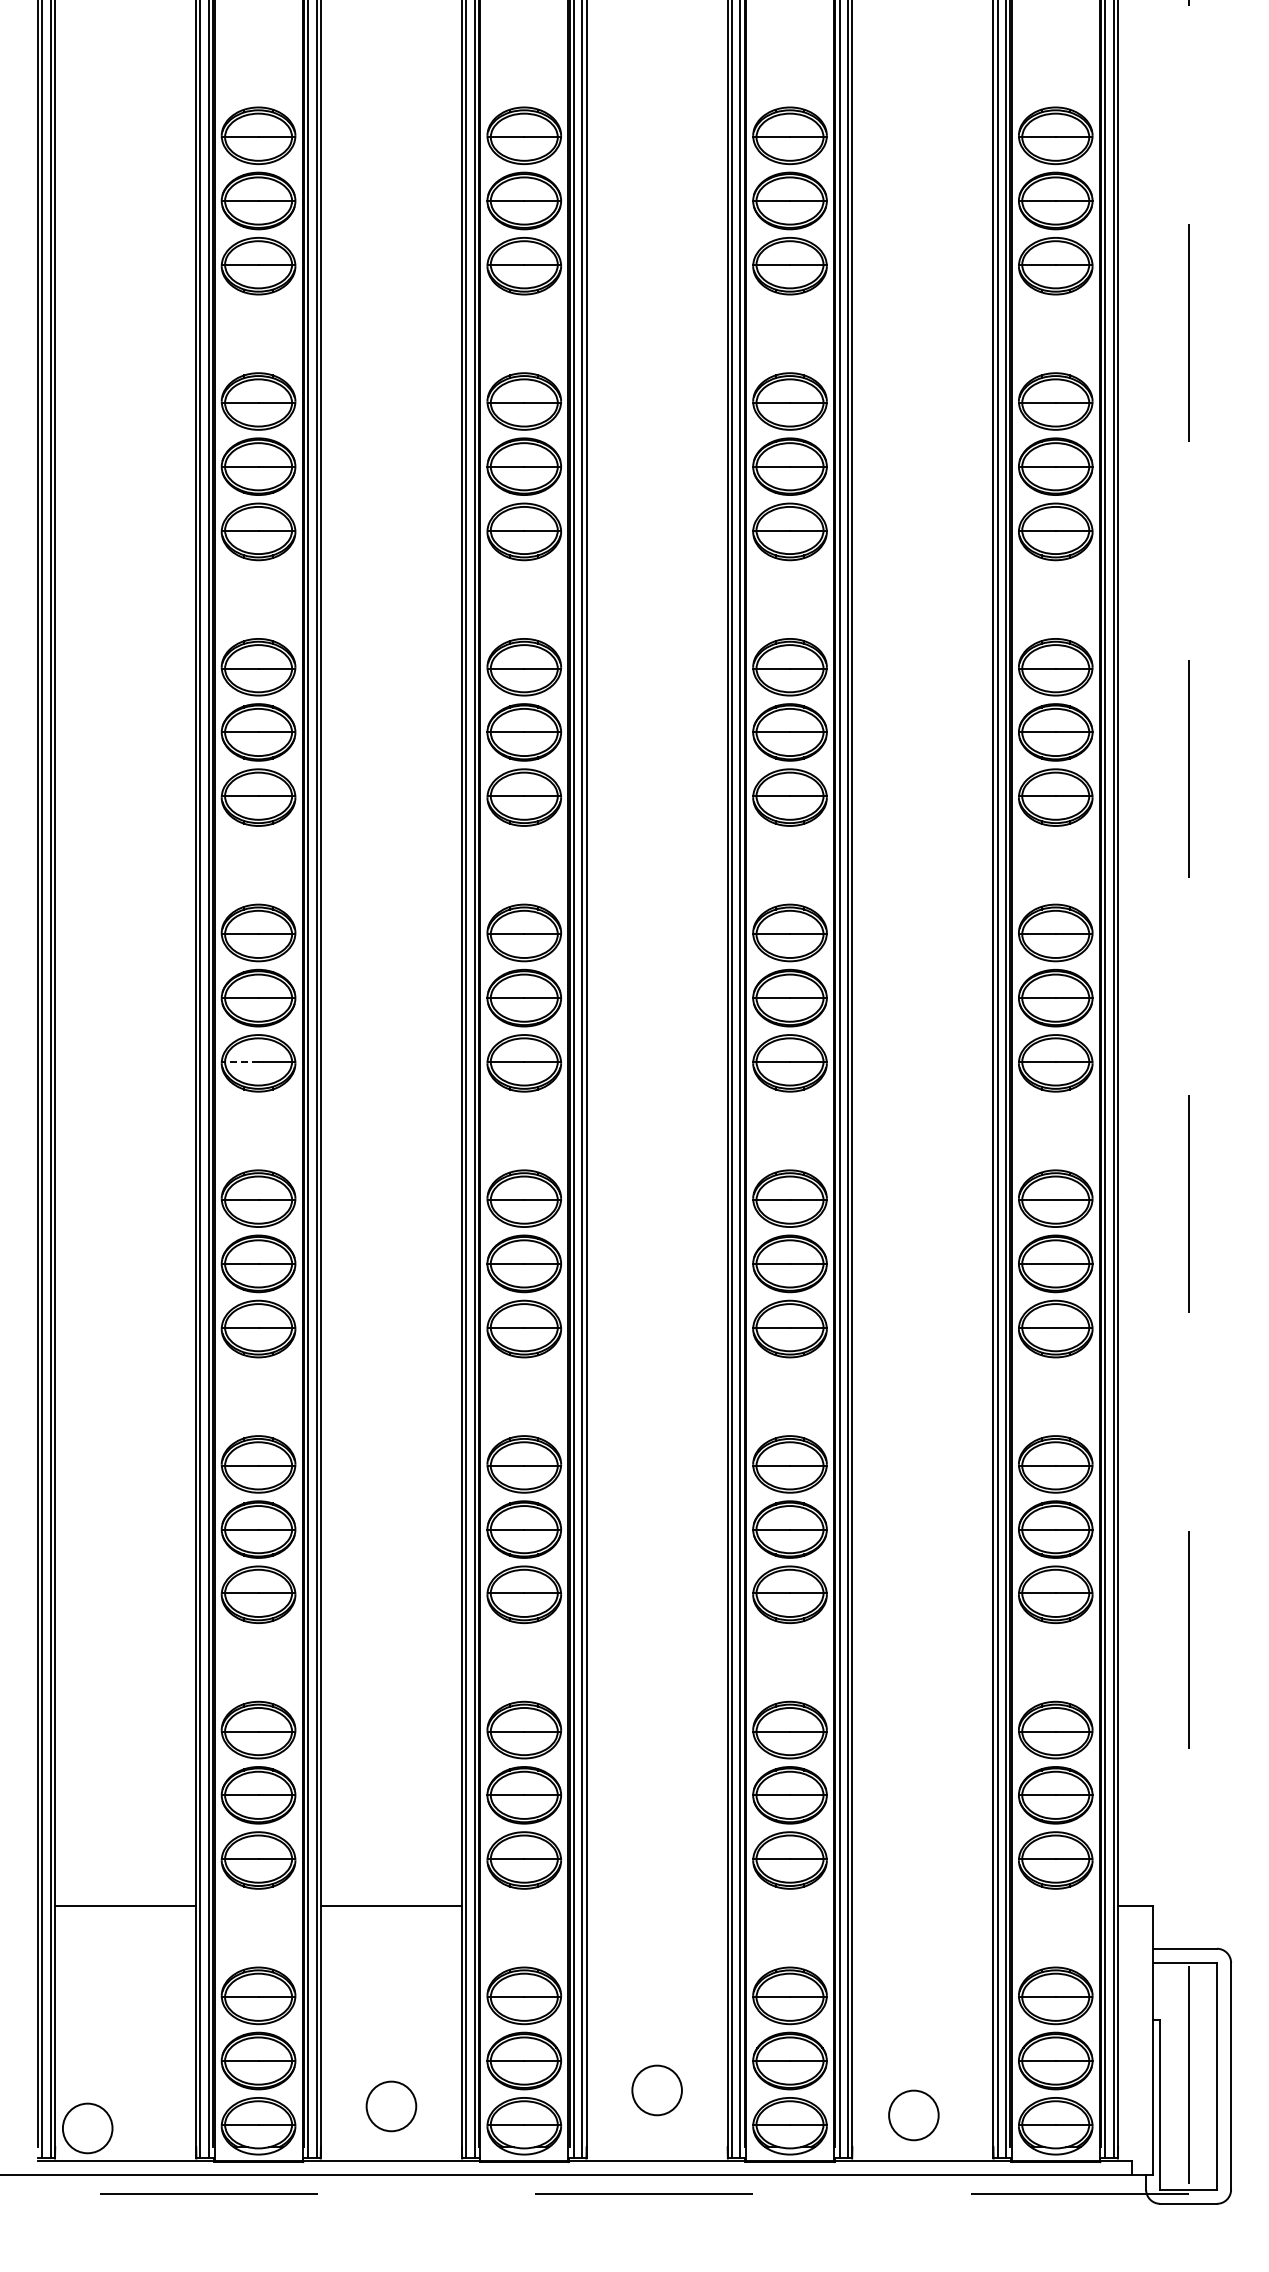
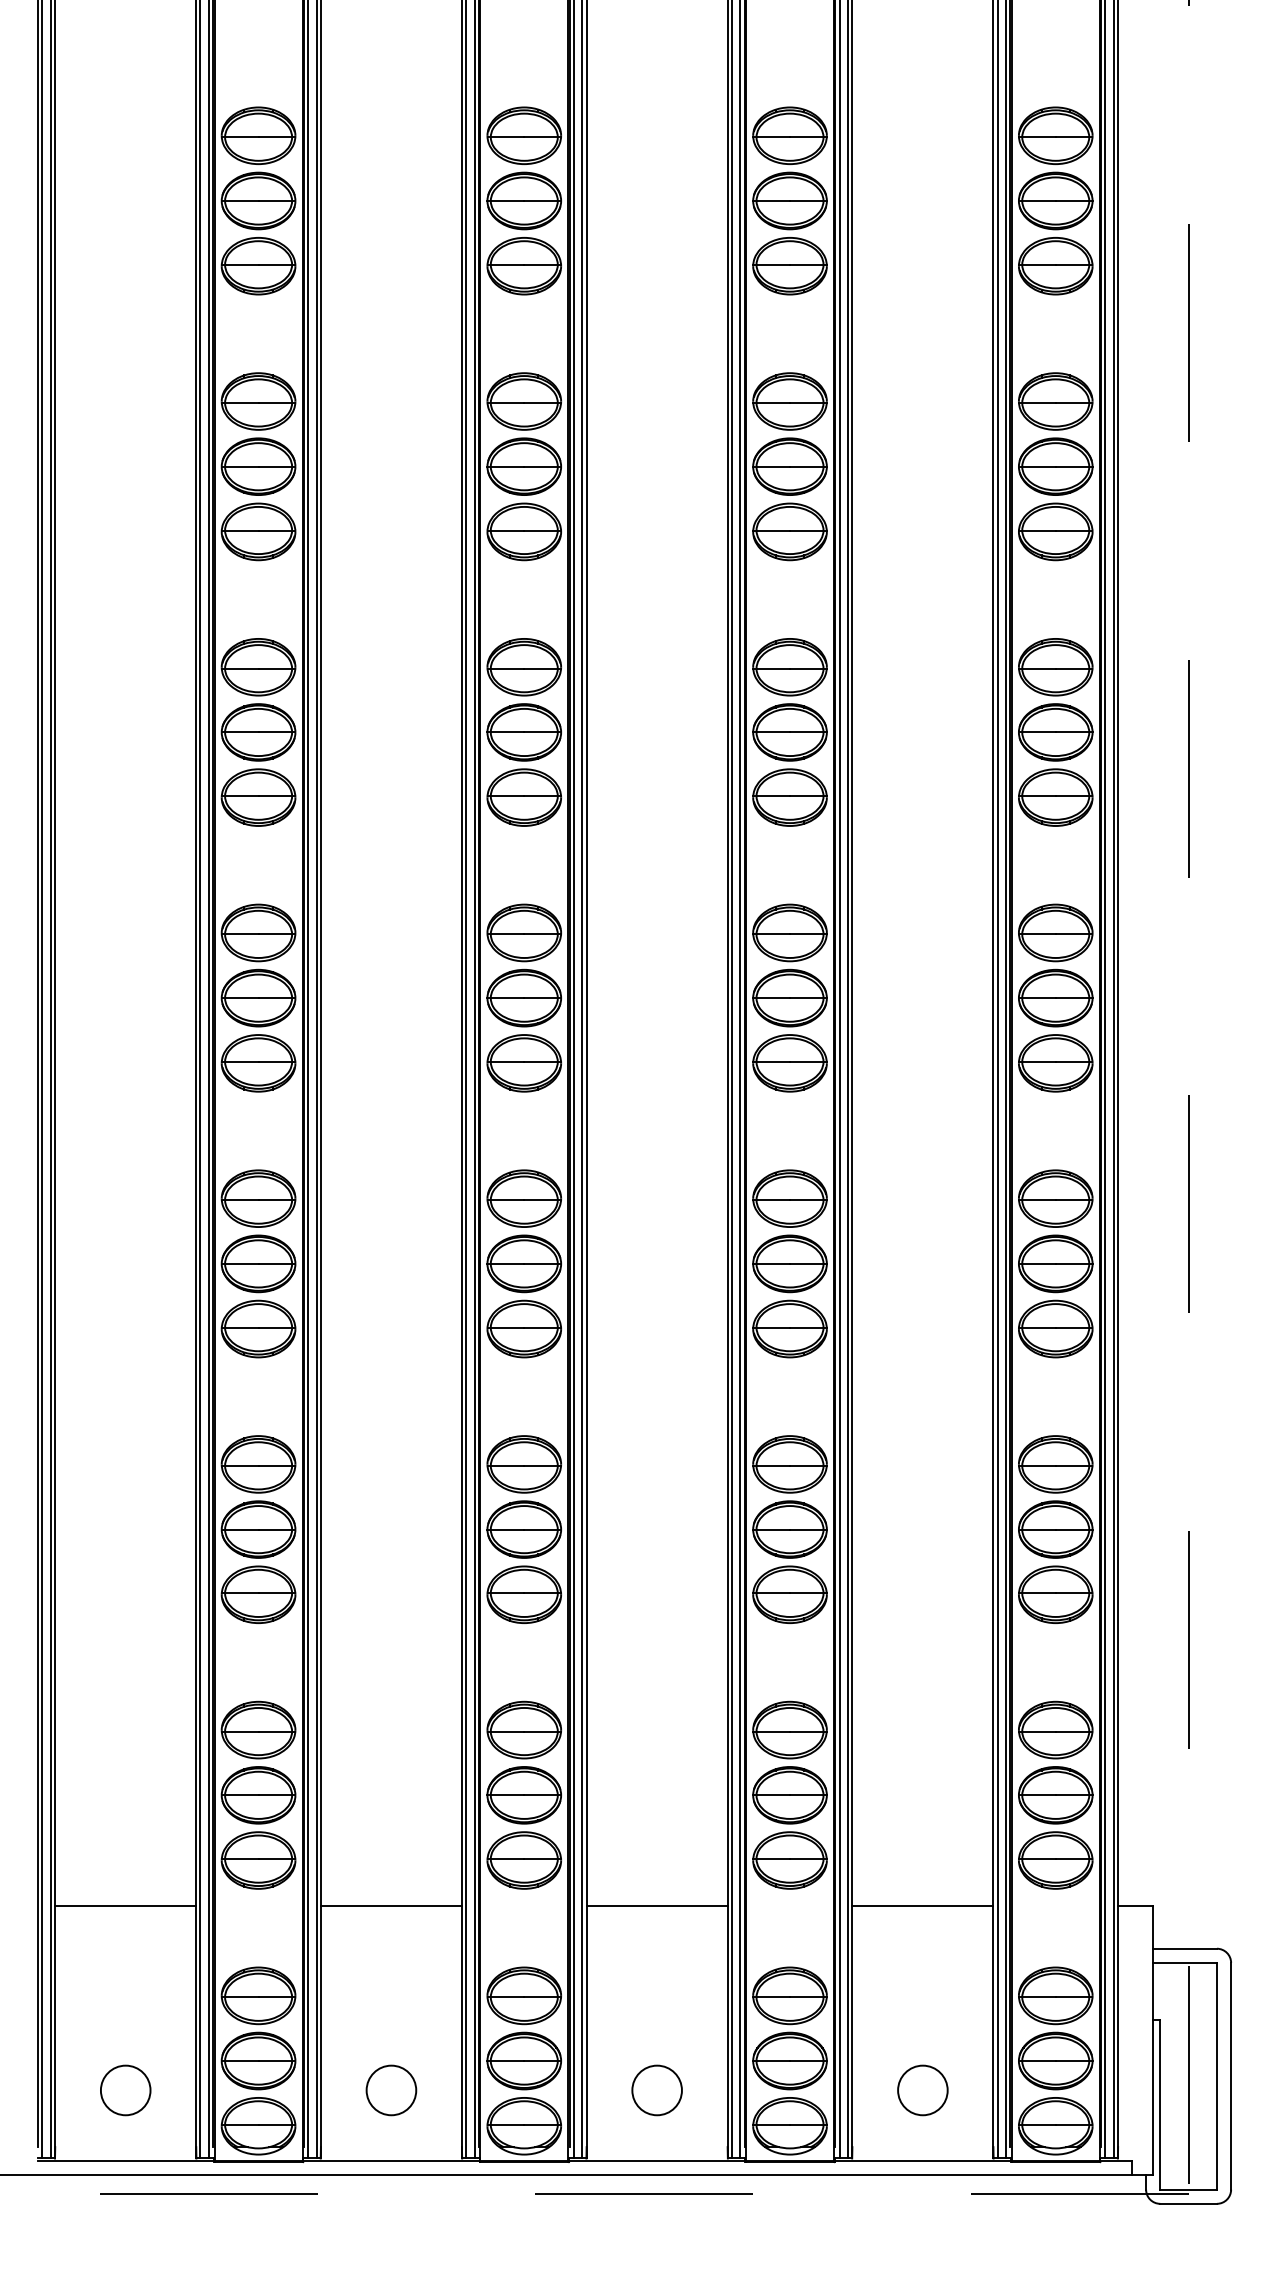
line at (241, 1061): dashed -> solid
line at (656, 1906): none -> present
line at (922, 1906): none -> present
circle at (391, 2106) position: (391, 2106) -> (391, 2090)
circle at (913, 2115) position: (913, 2115) -> (922, 2090)
circle at (87, 2128) position: (87, 2128) -> (125, 2090)
